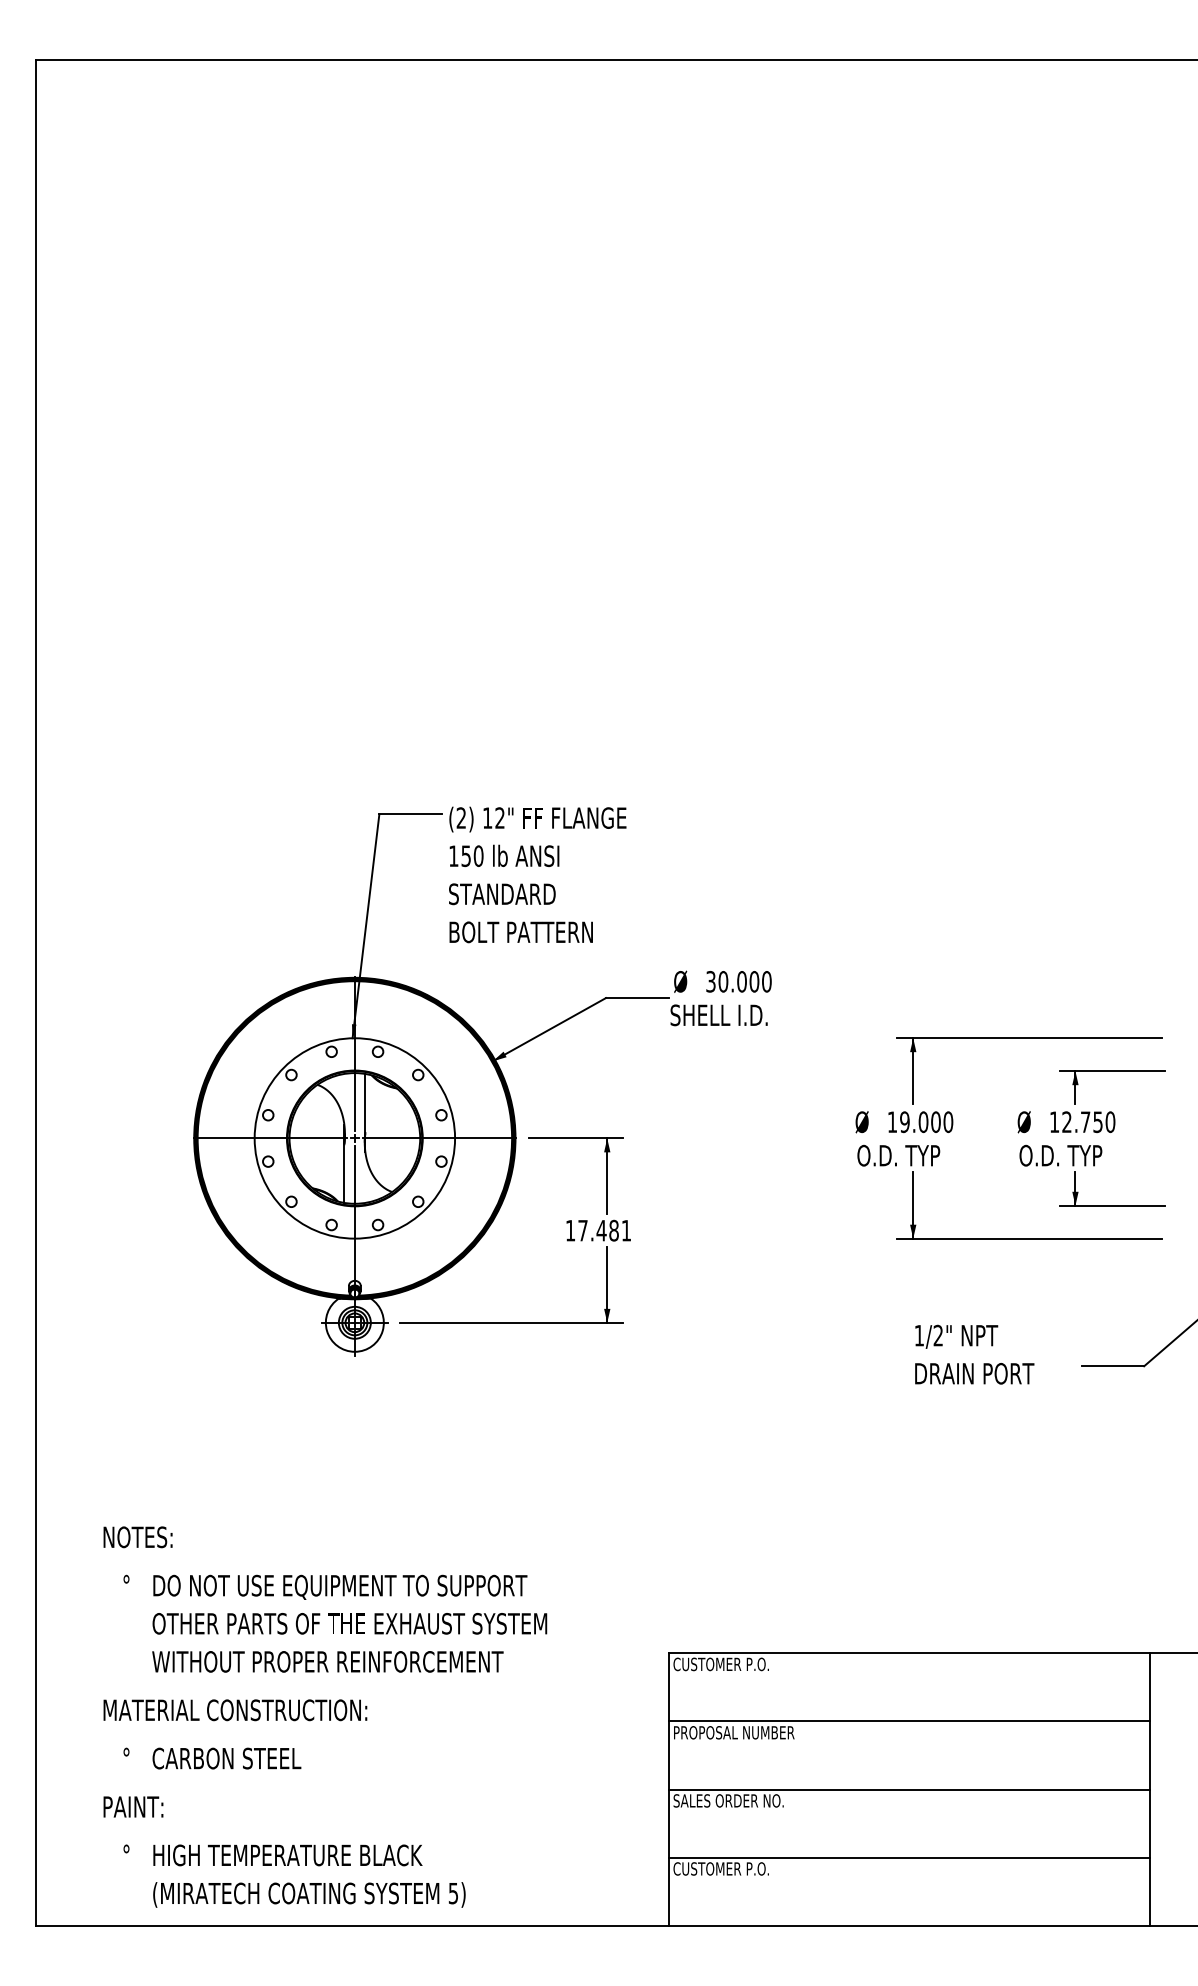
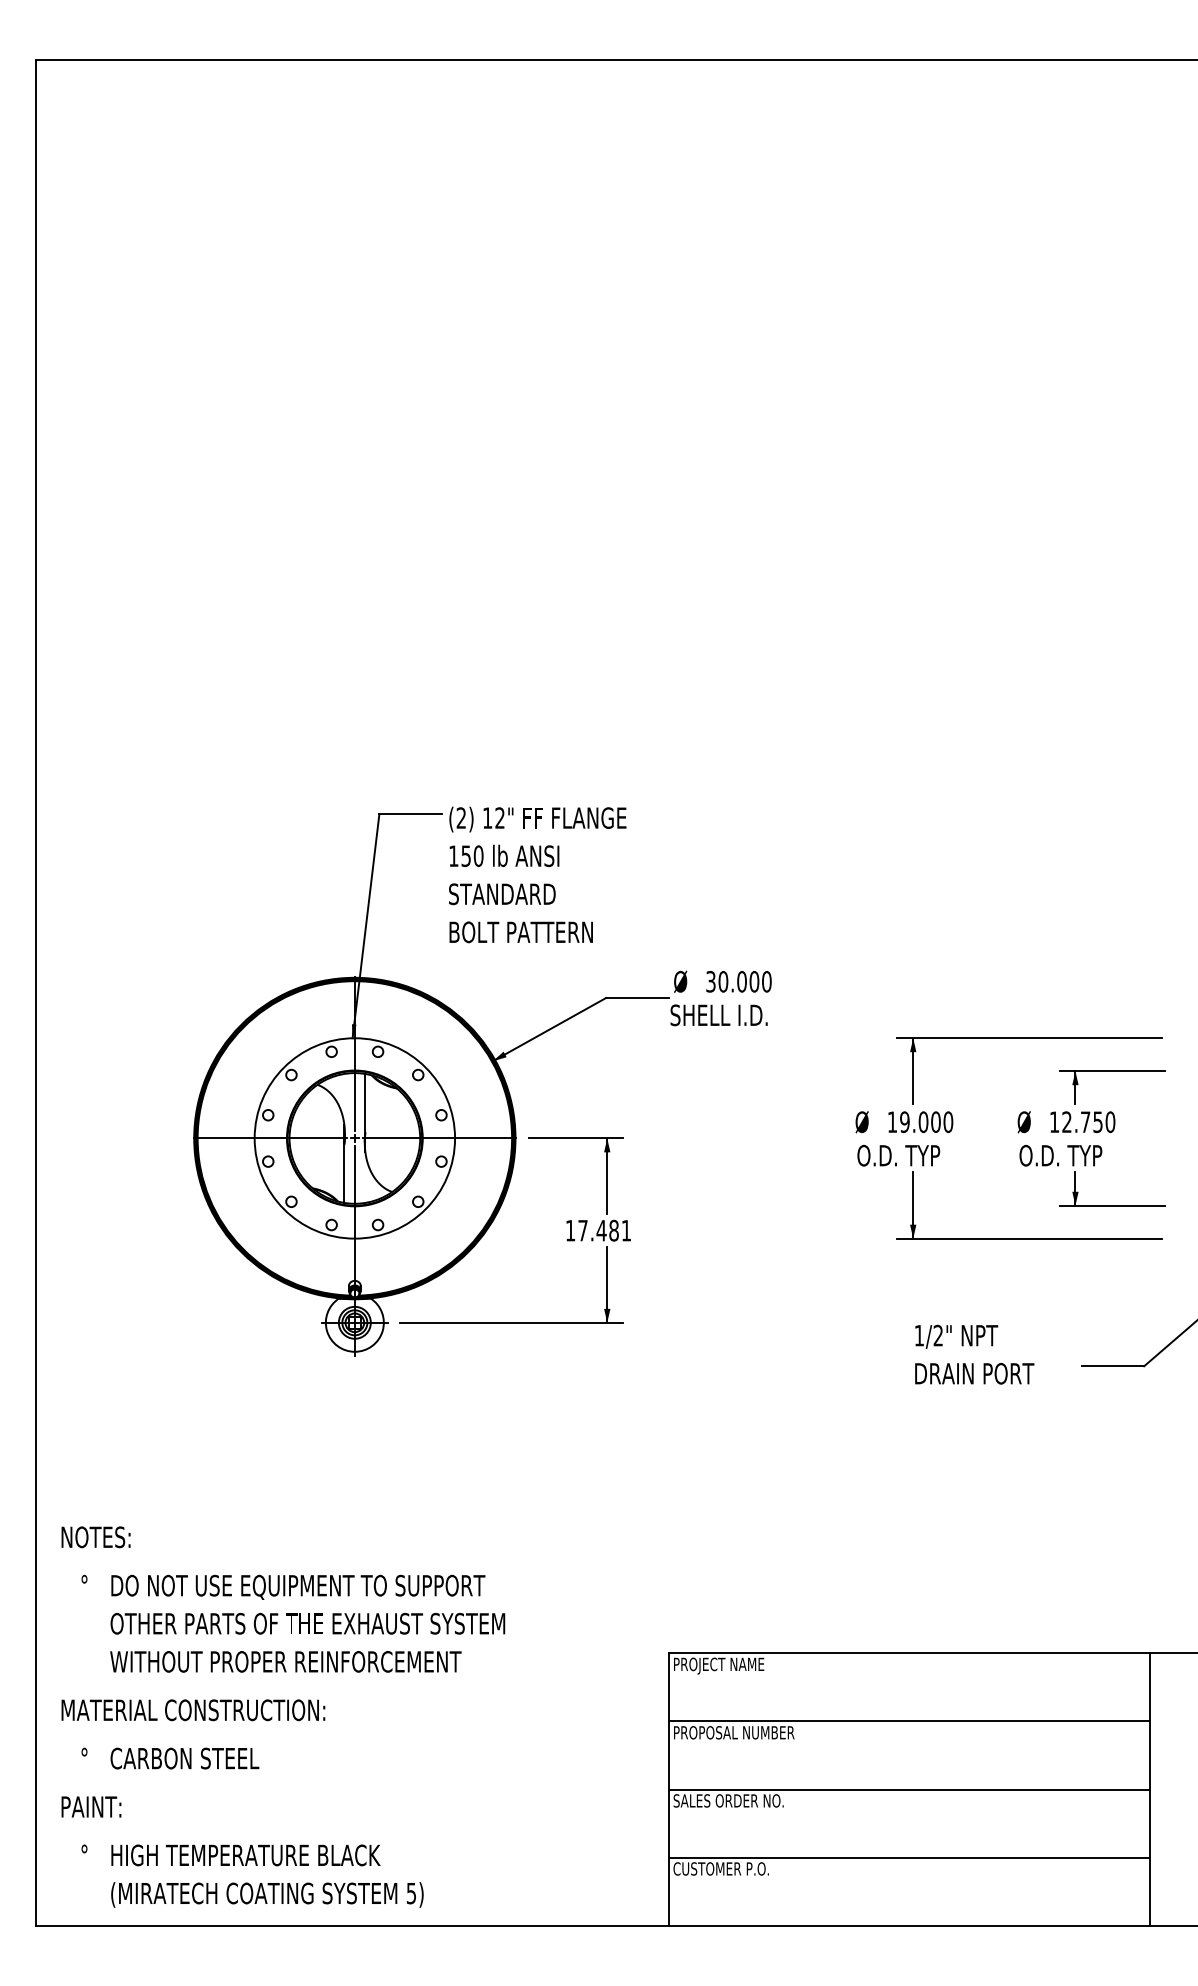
text at (720, 1665): CUSTOMER P.O. -> PROJECT NAME
text at (325, 1716) position: (325, 1716) -> (283, 1716)
